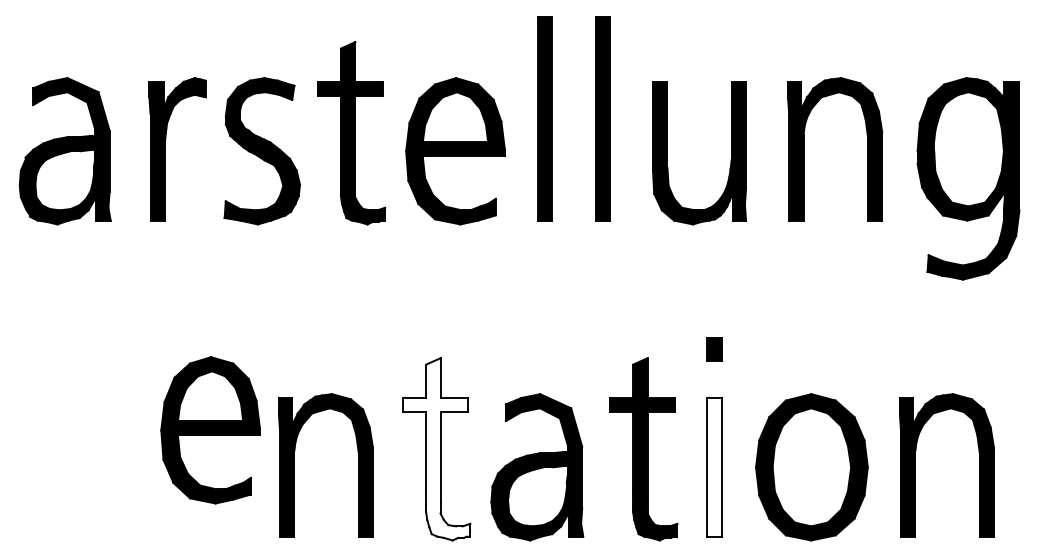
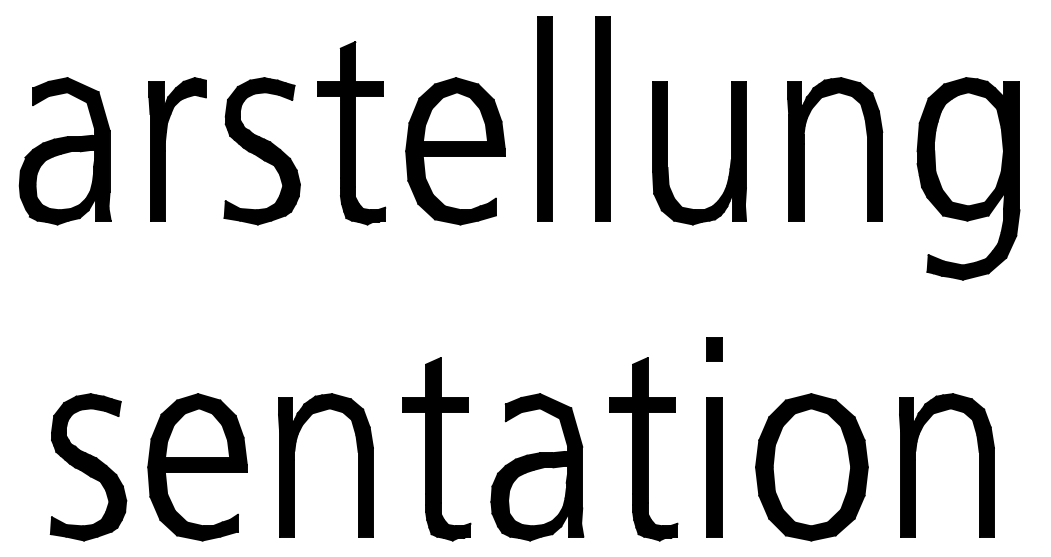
part at (210, 430) position: (210, 430) -> (197, 467)
fill at (436, 449): none -> present
part at (88, 467): none -> present
fill at (714, 467): none -> present
